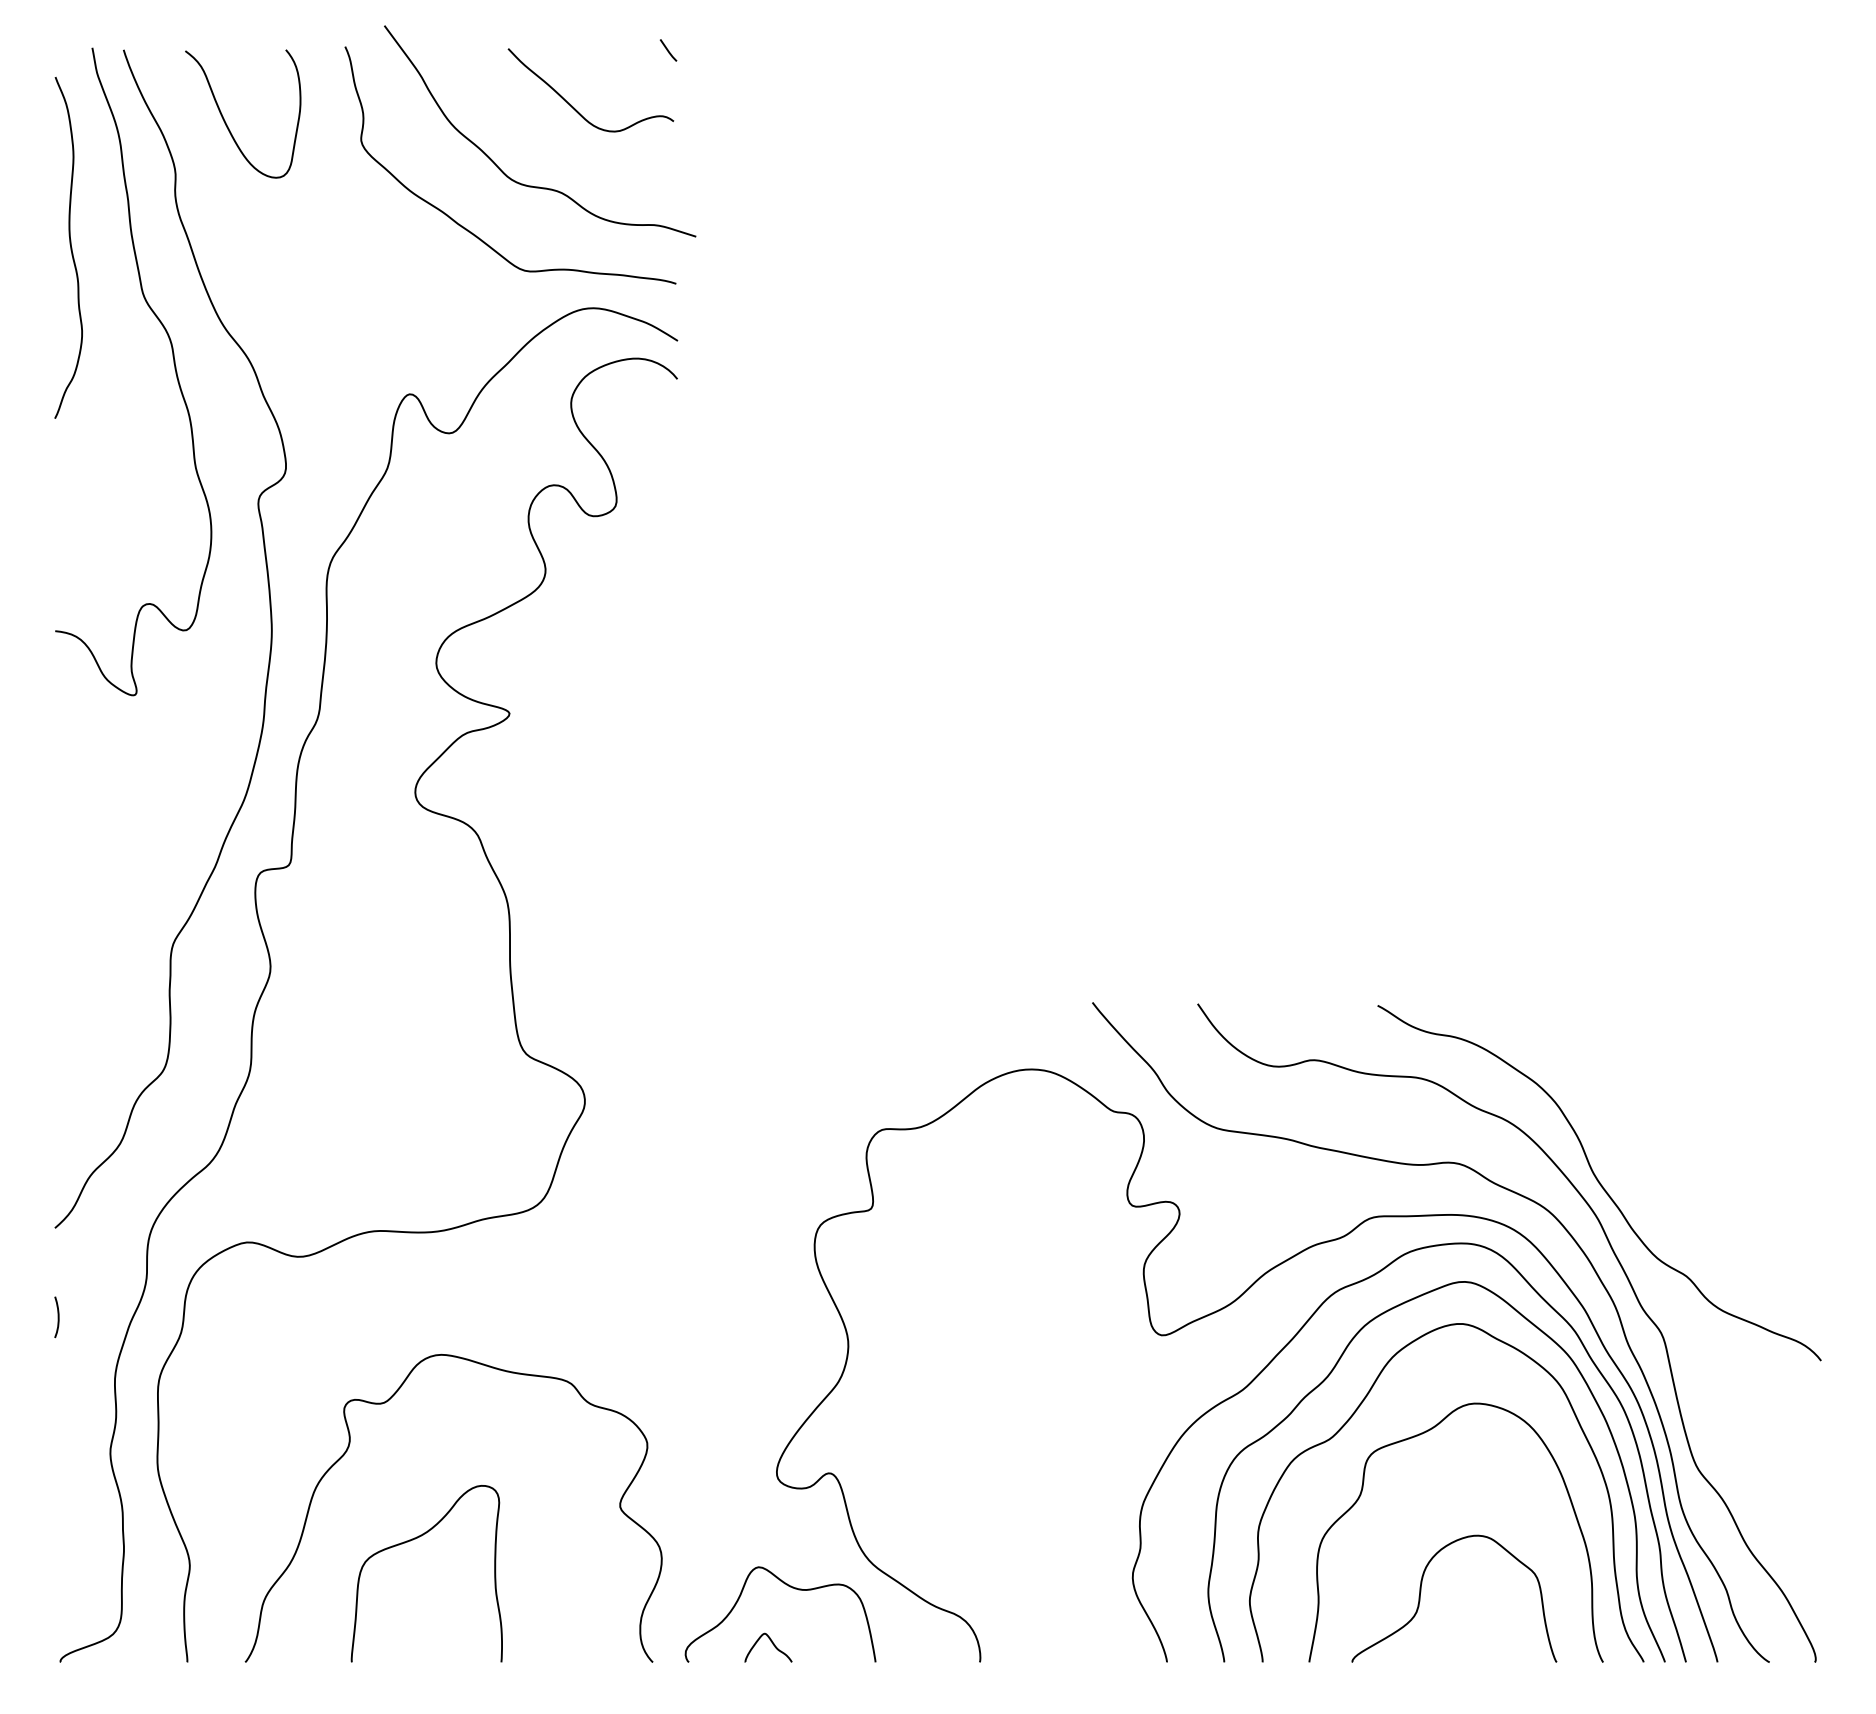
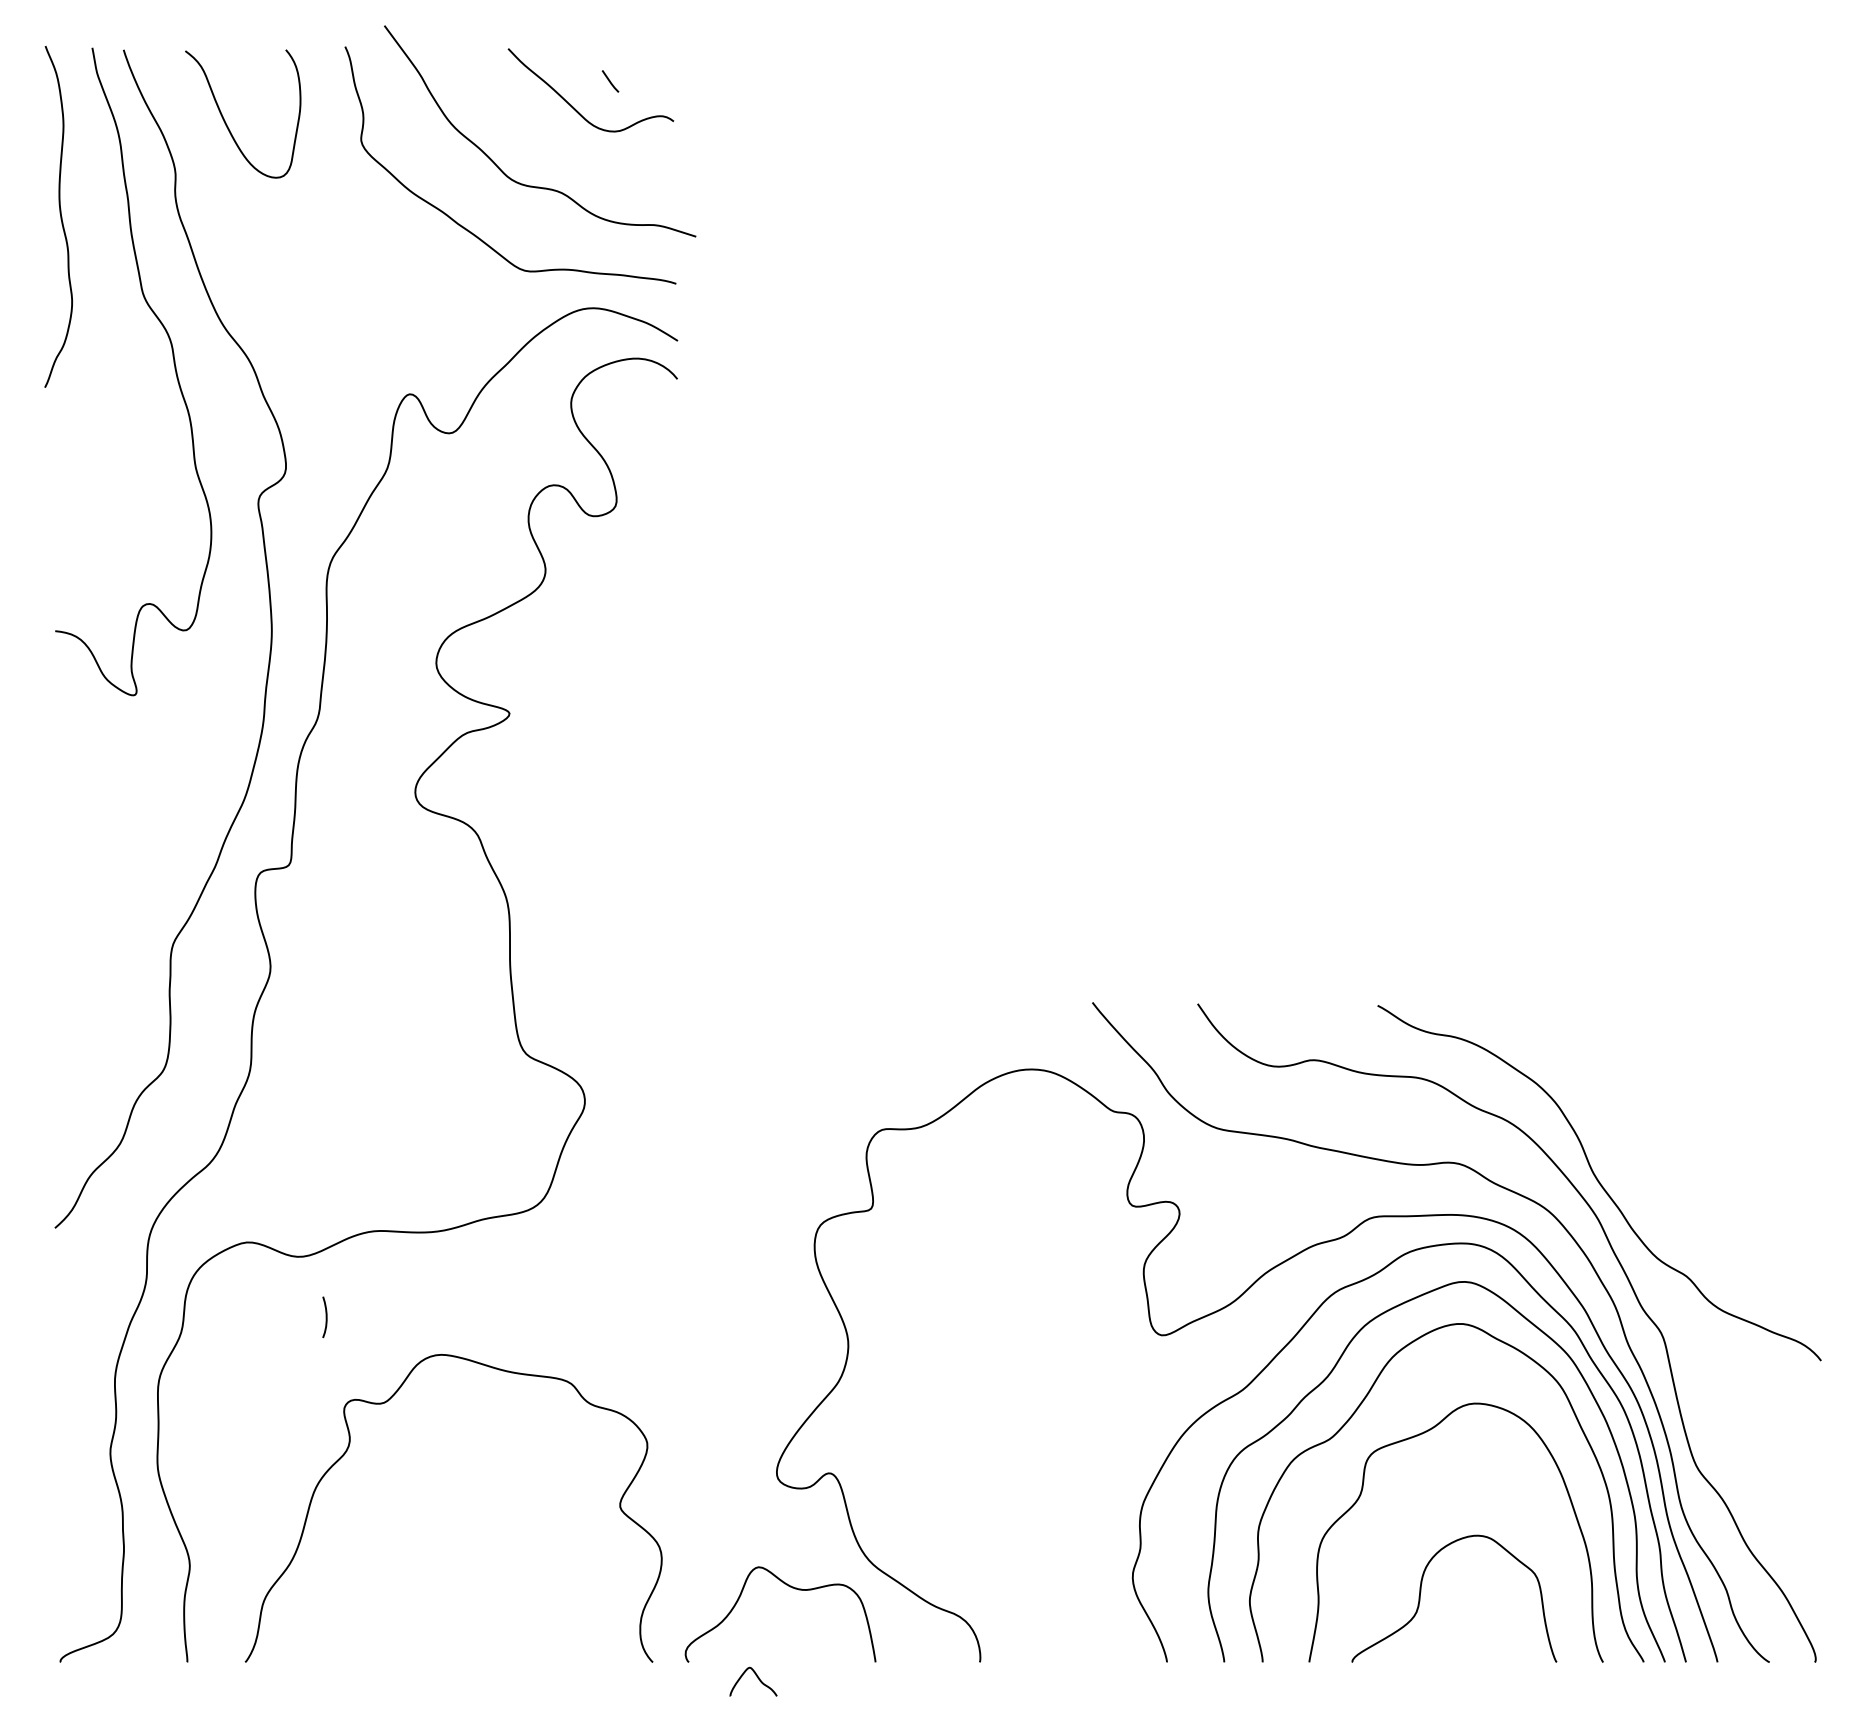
line at (668, 50) position: (668, 50) -> (610, 81)
curve at (70, 247) position: (70, 247) -> (60, 216)
curve at (57, 1317) position: (57, 1317) -> (325, 1317)
curve at (413, 1540): present -> none
curve at (772, 1644) position: (772, 1644) -> (757, 1678)
